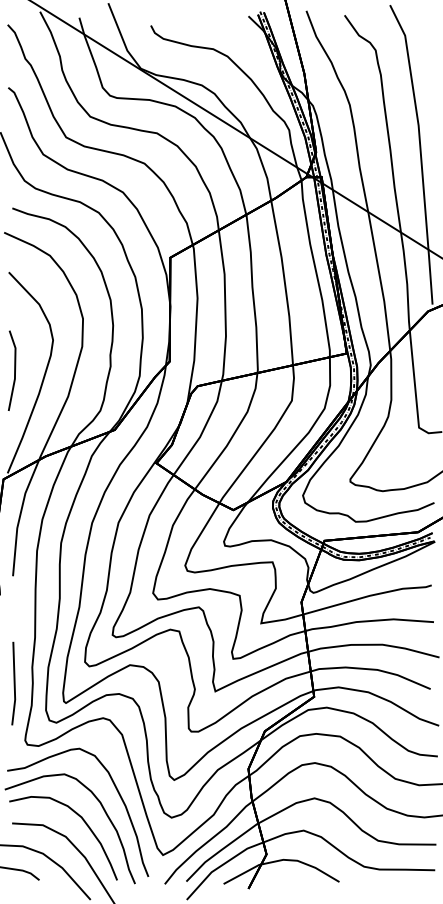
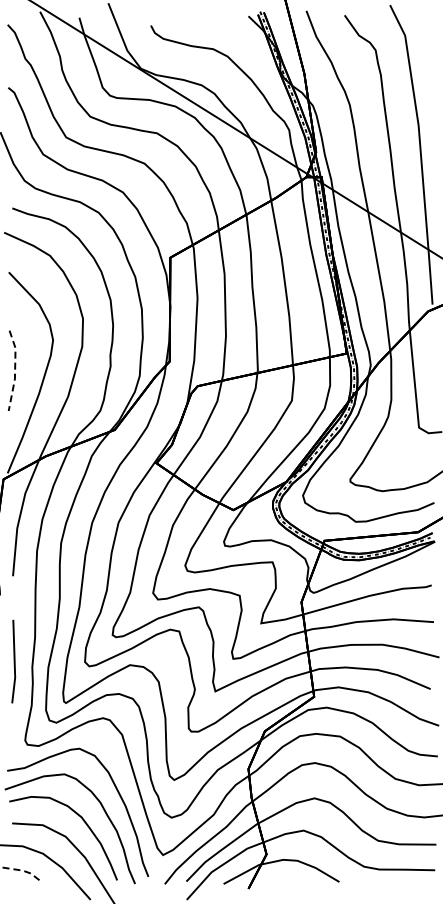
line at (15, 371): solid -> dashed
line at (13, 683) position: (13, 683) -> (13, 661)
line at (22, 870): solid -> dashed
